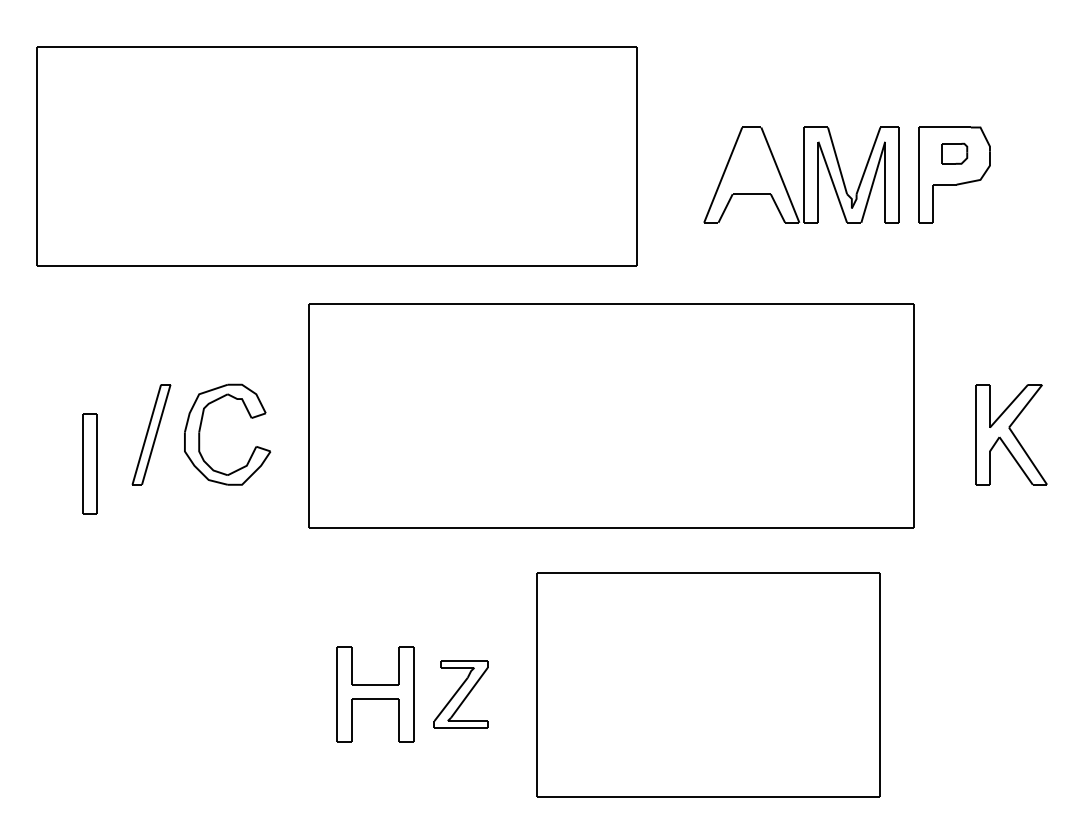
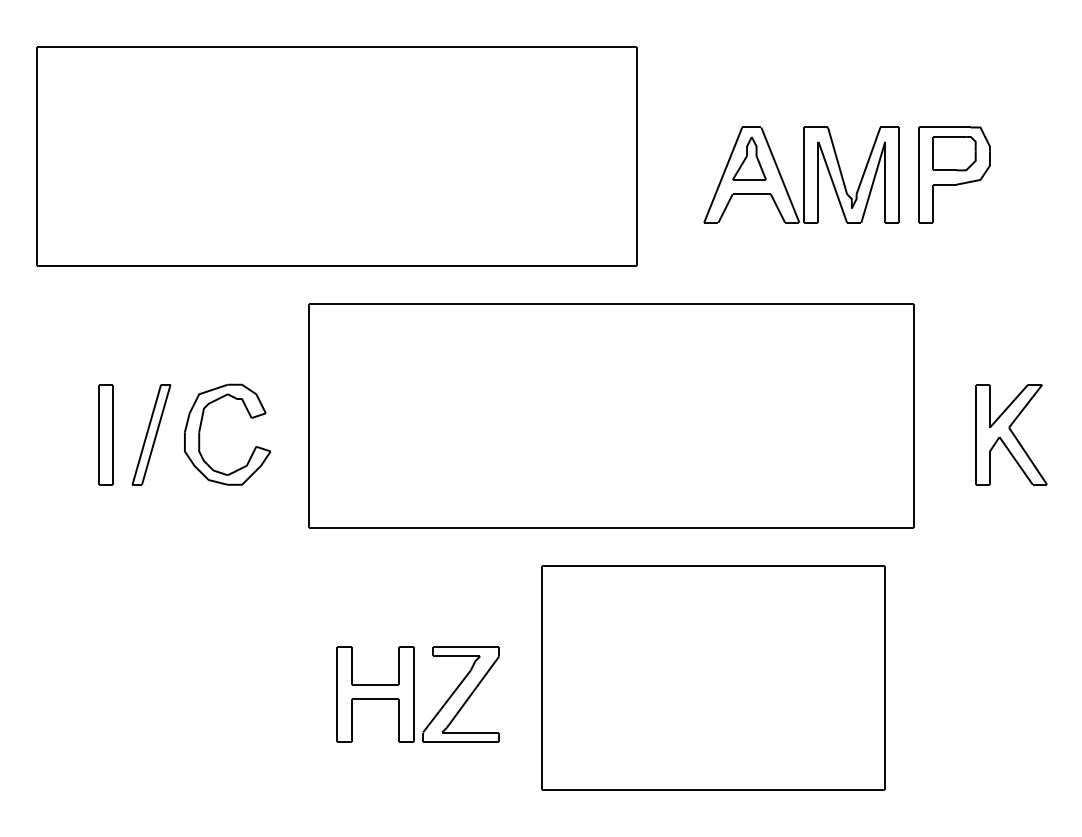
part at (954, 153) size: 28x23 px -> 45x36 px
part at (749, 158): none -> present
part at (89, 463) position: (89, 463) -> (105, 434)
part at (708, 684) position: (708, 684) -> (713, 677)
part at (460, 694) size: 56x69 px -> 78x97 px
